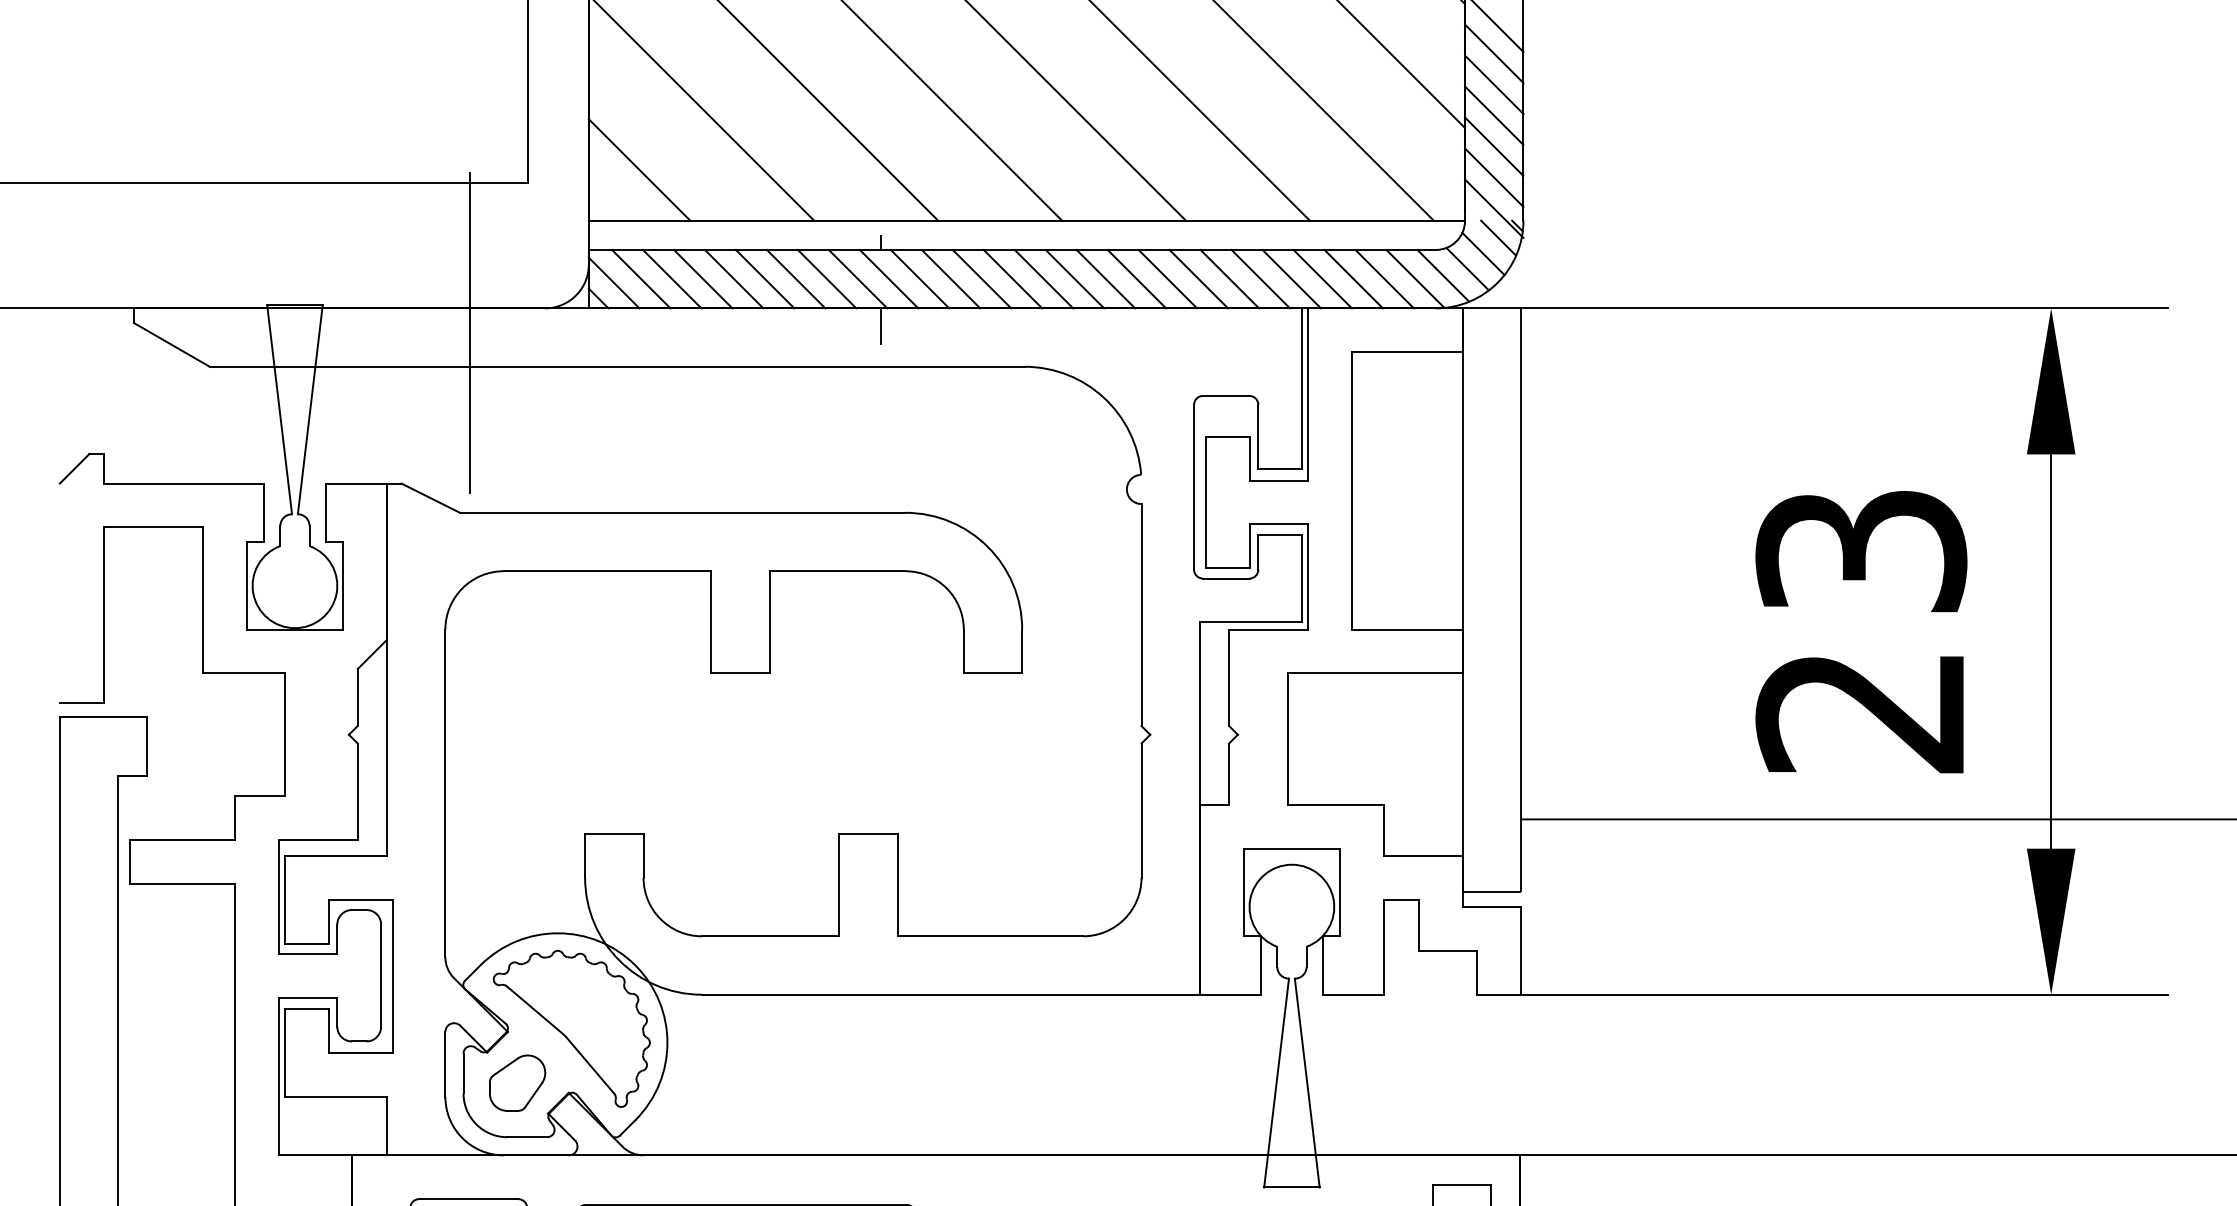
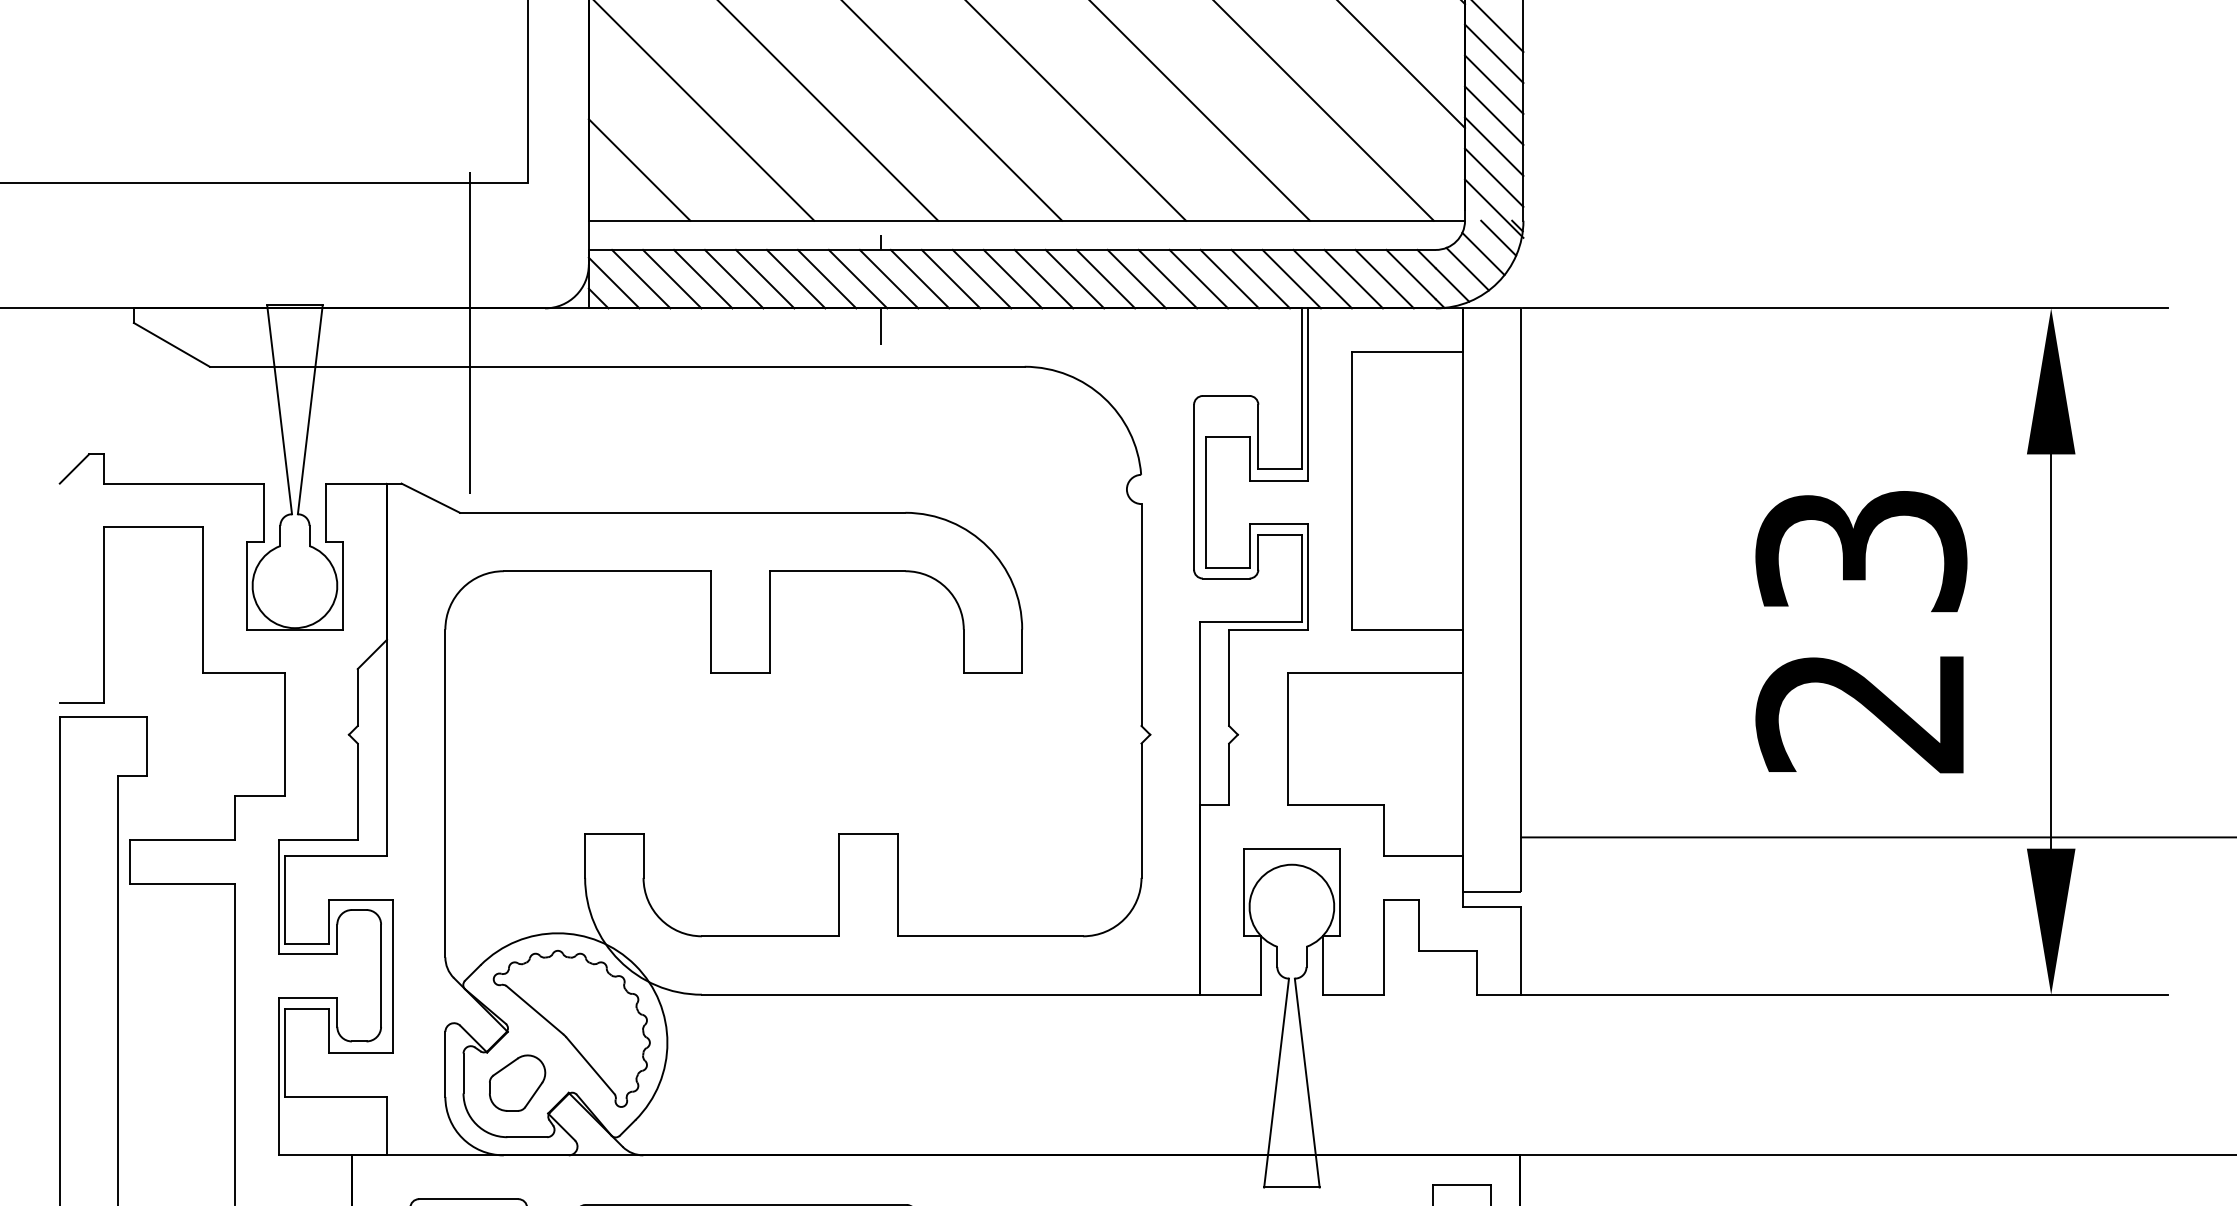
line at (1877, 819) position: (1877, 819) -> (1877, 837)
